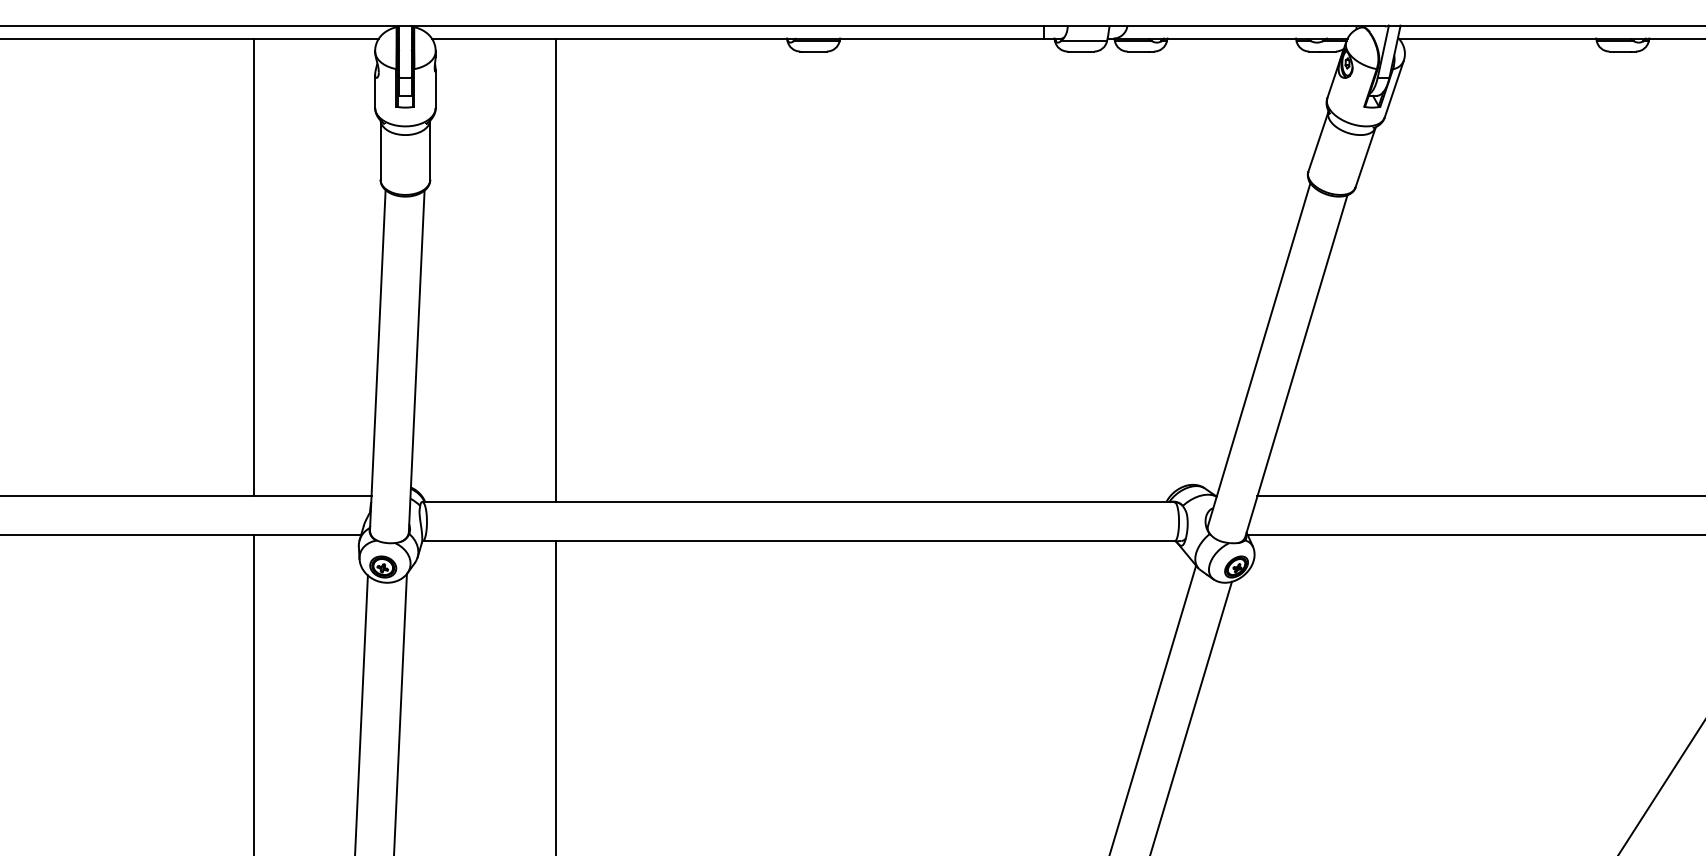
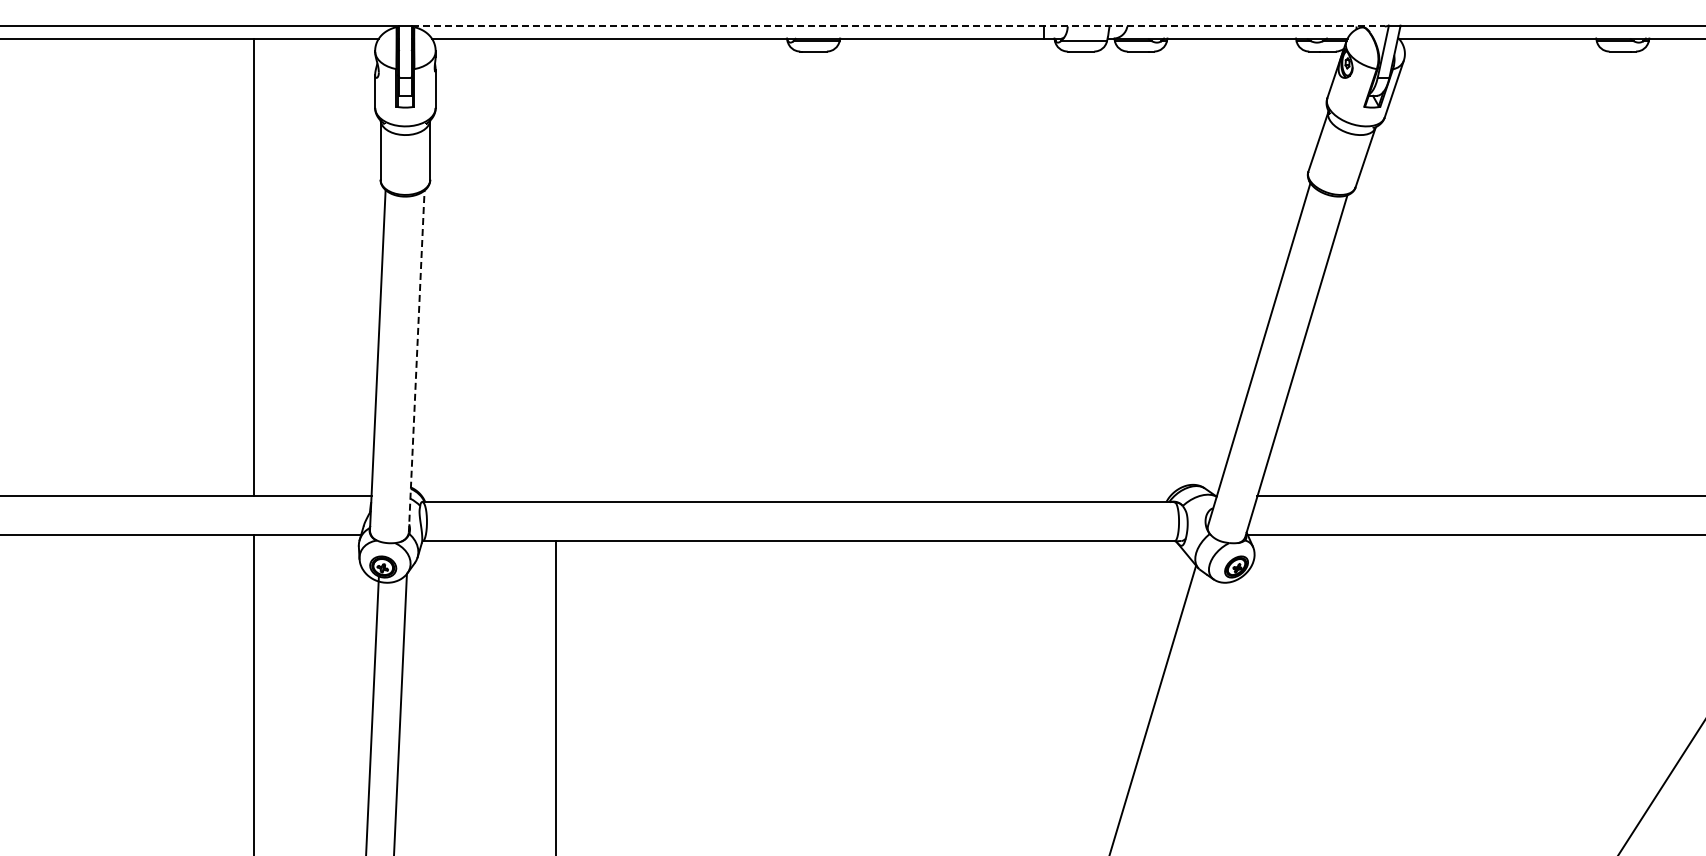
line at (898, 26): solid -> dashed
line at (556, 270): present -> none
line at (416, 361): solid -> dashed
line at (361, 713) position: (361, 713) -> (372, 714)
line at (1191, 716): present -> none
